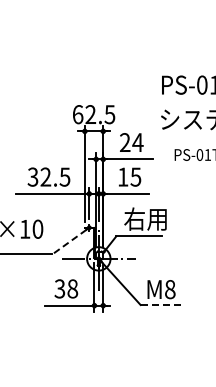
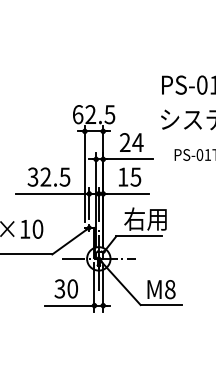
line at (68, 242): dashed -> solid
text at (72, 289): 38 -> 30
line at (161, 304): dashed -> solid
